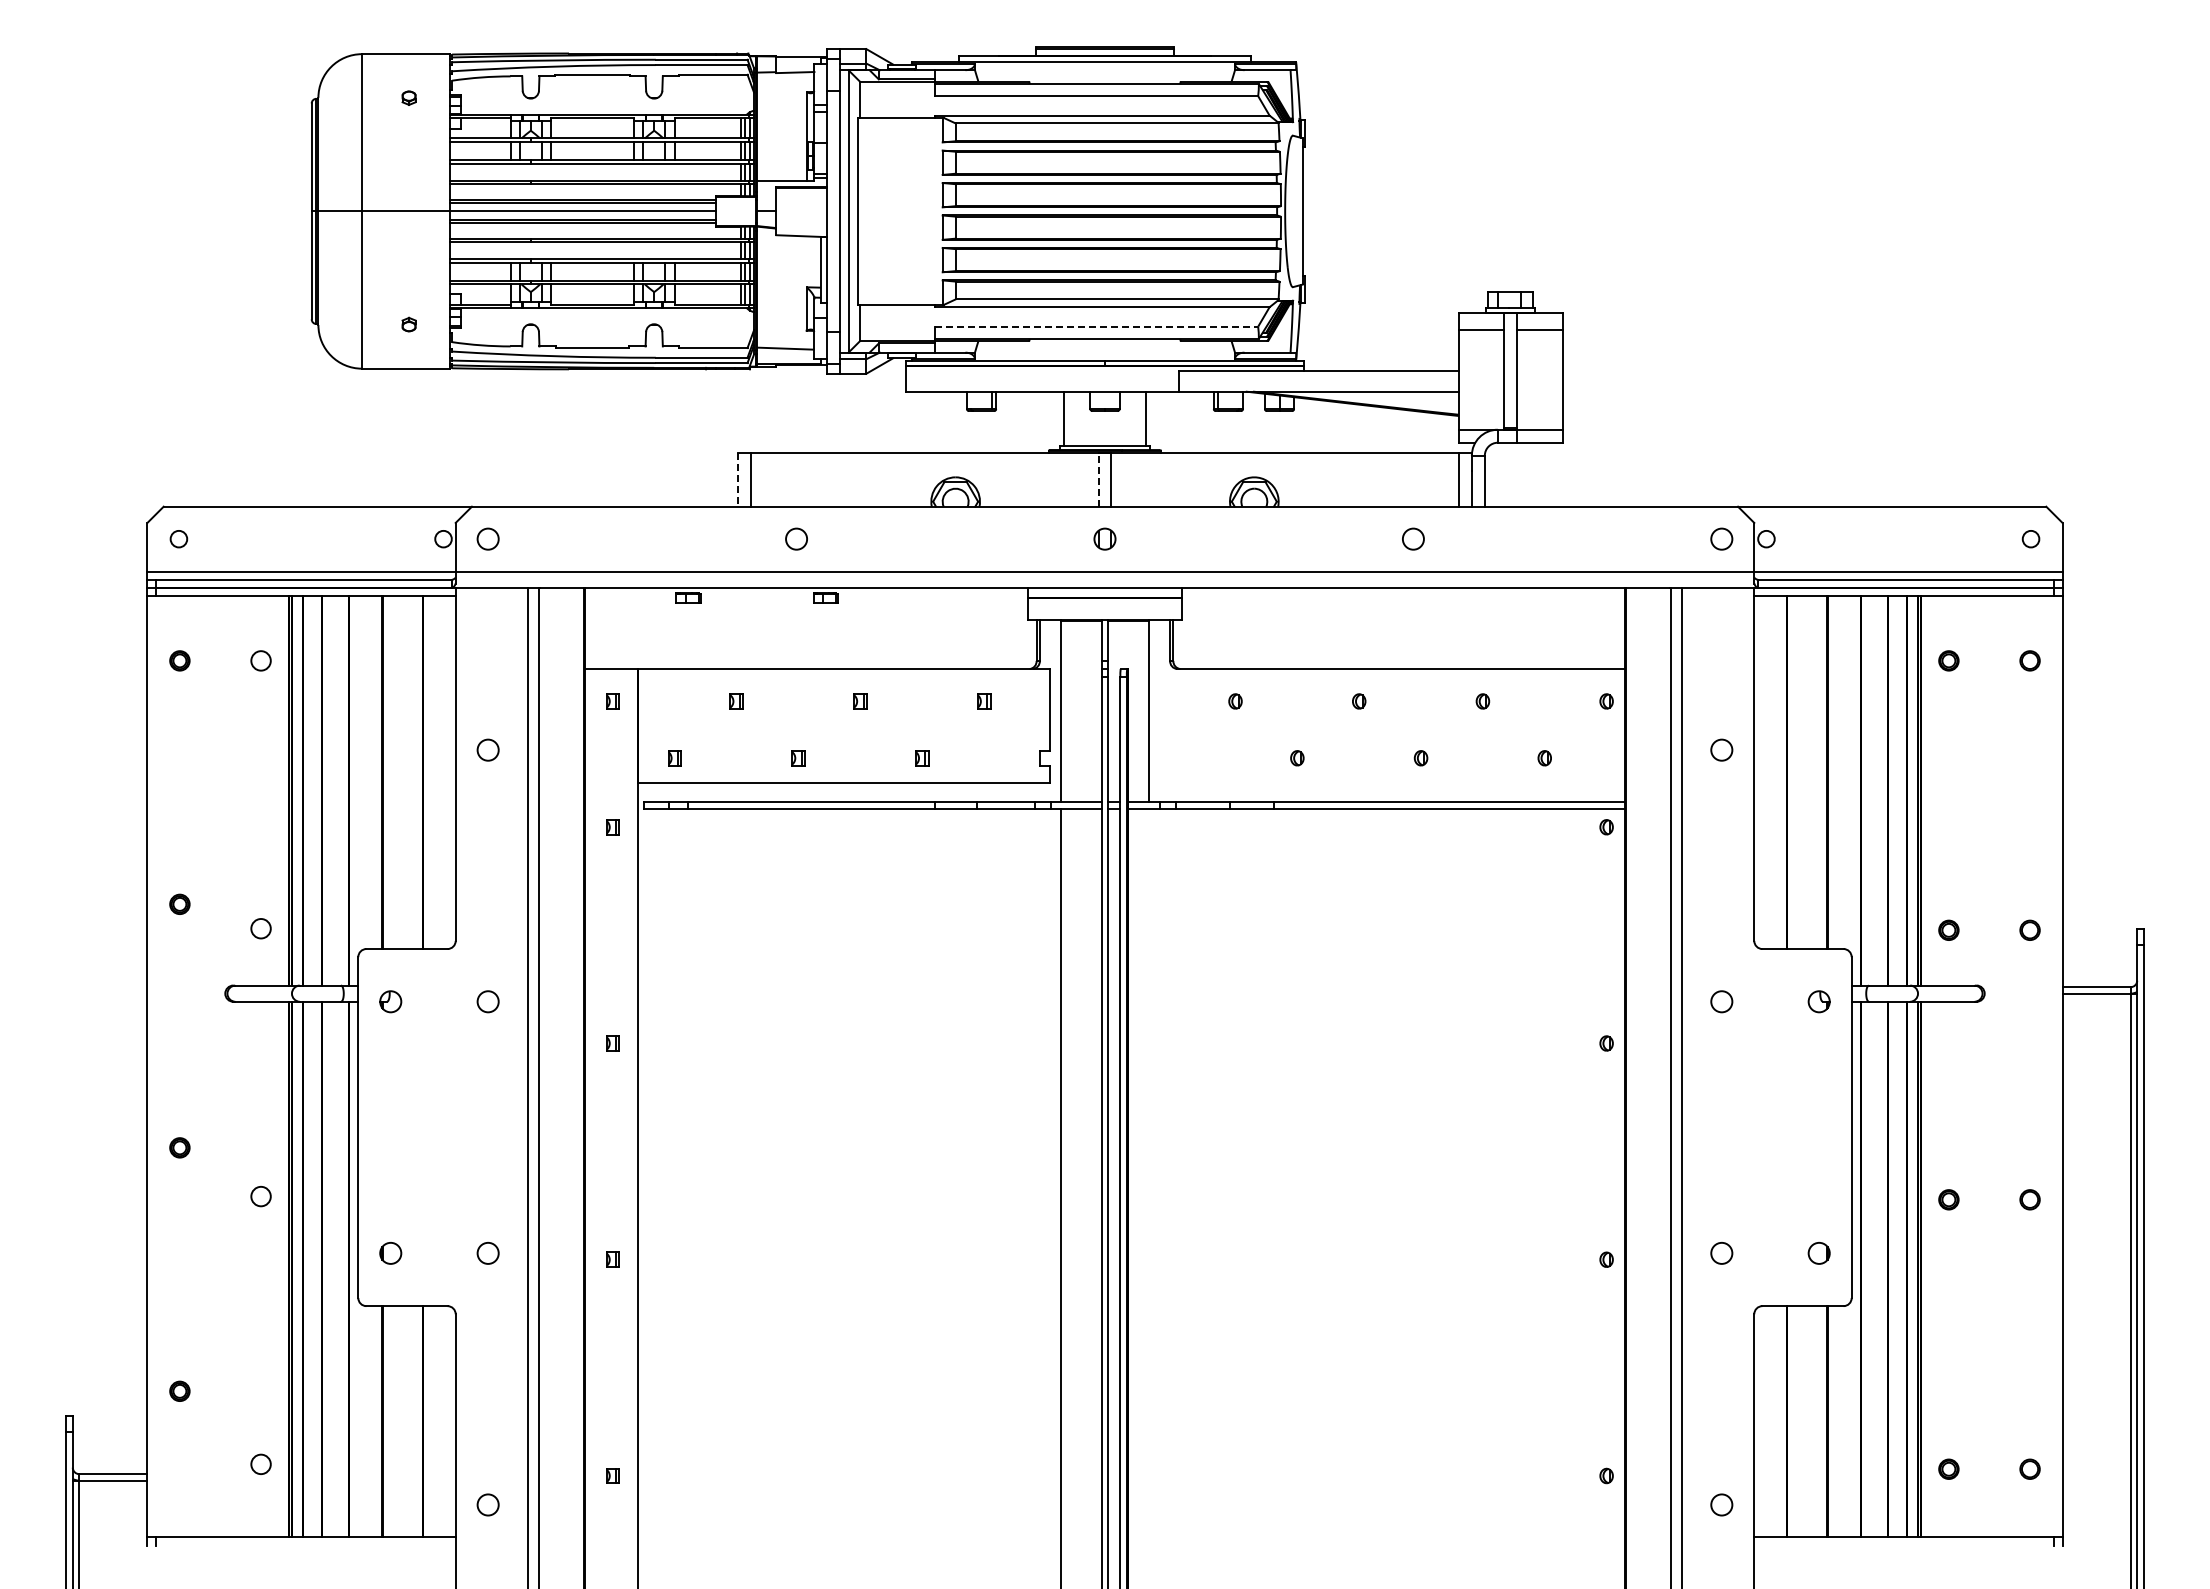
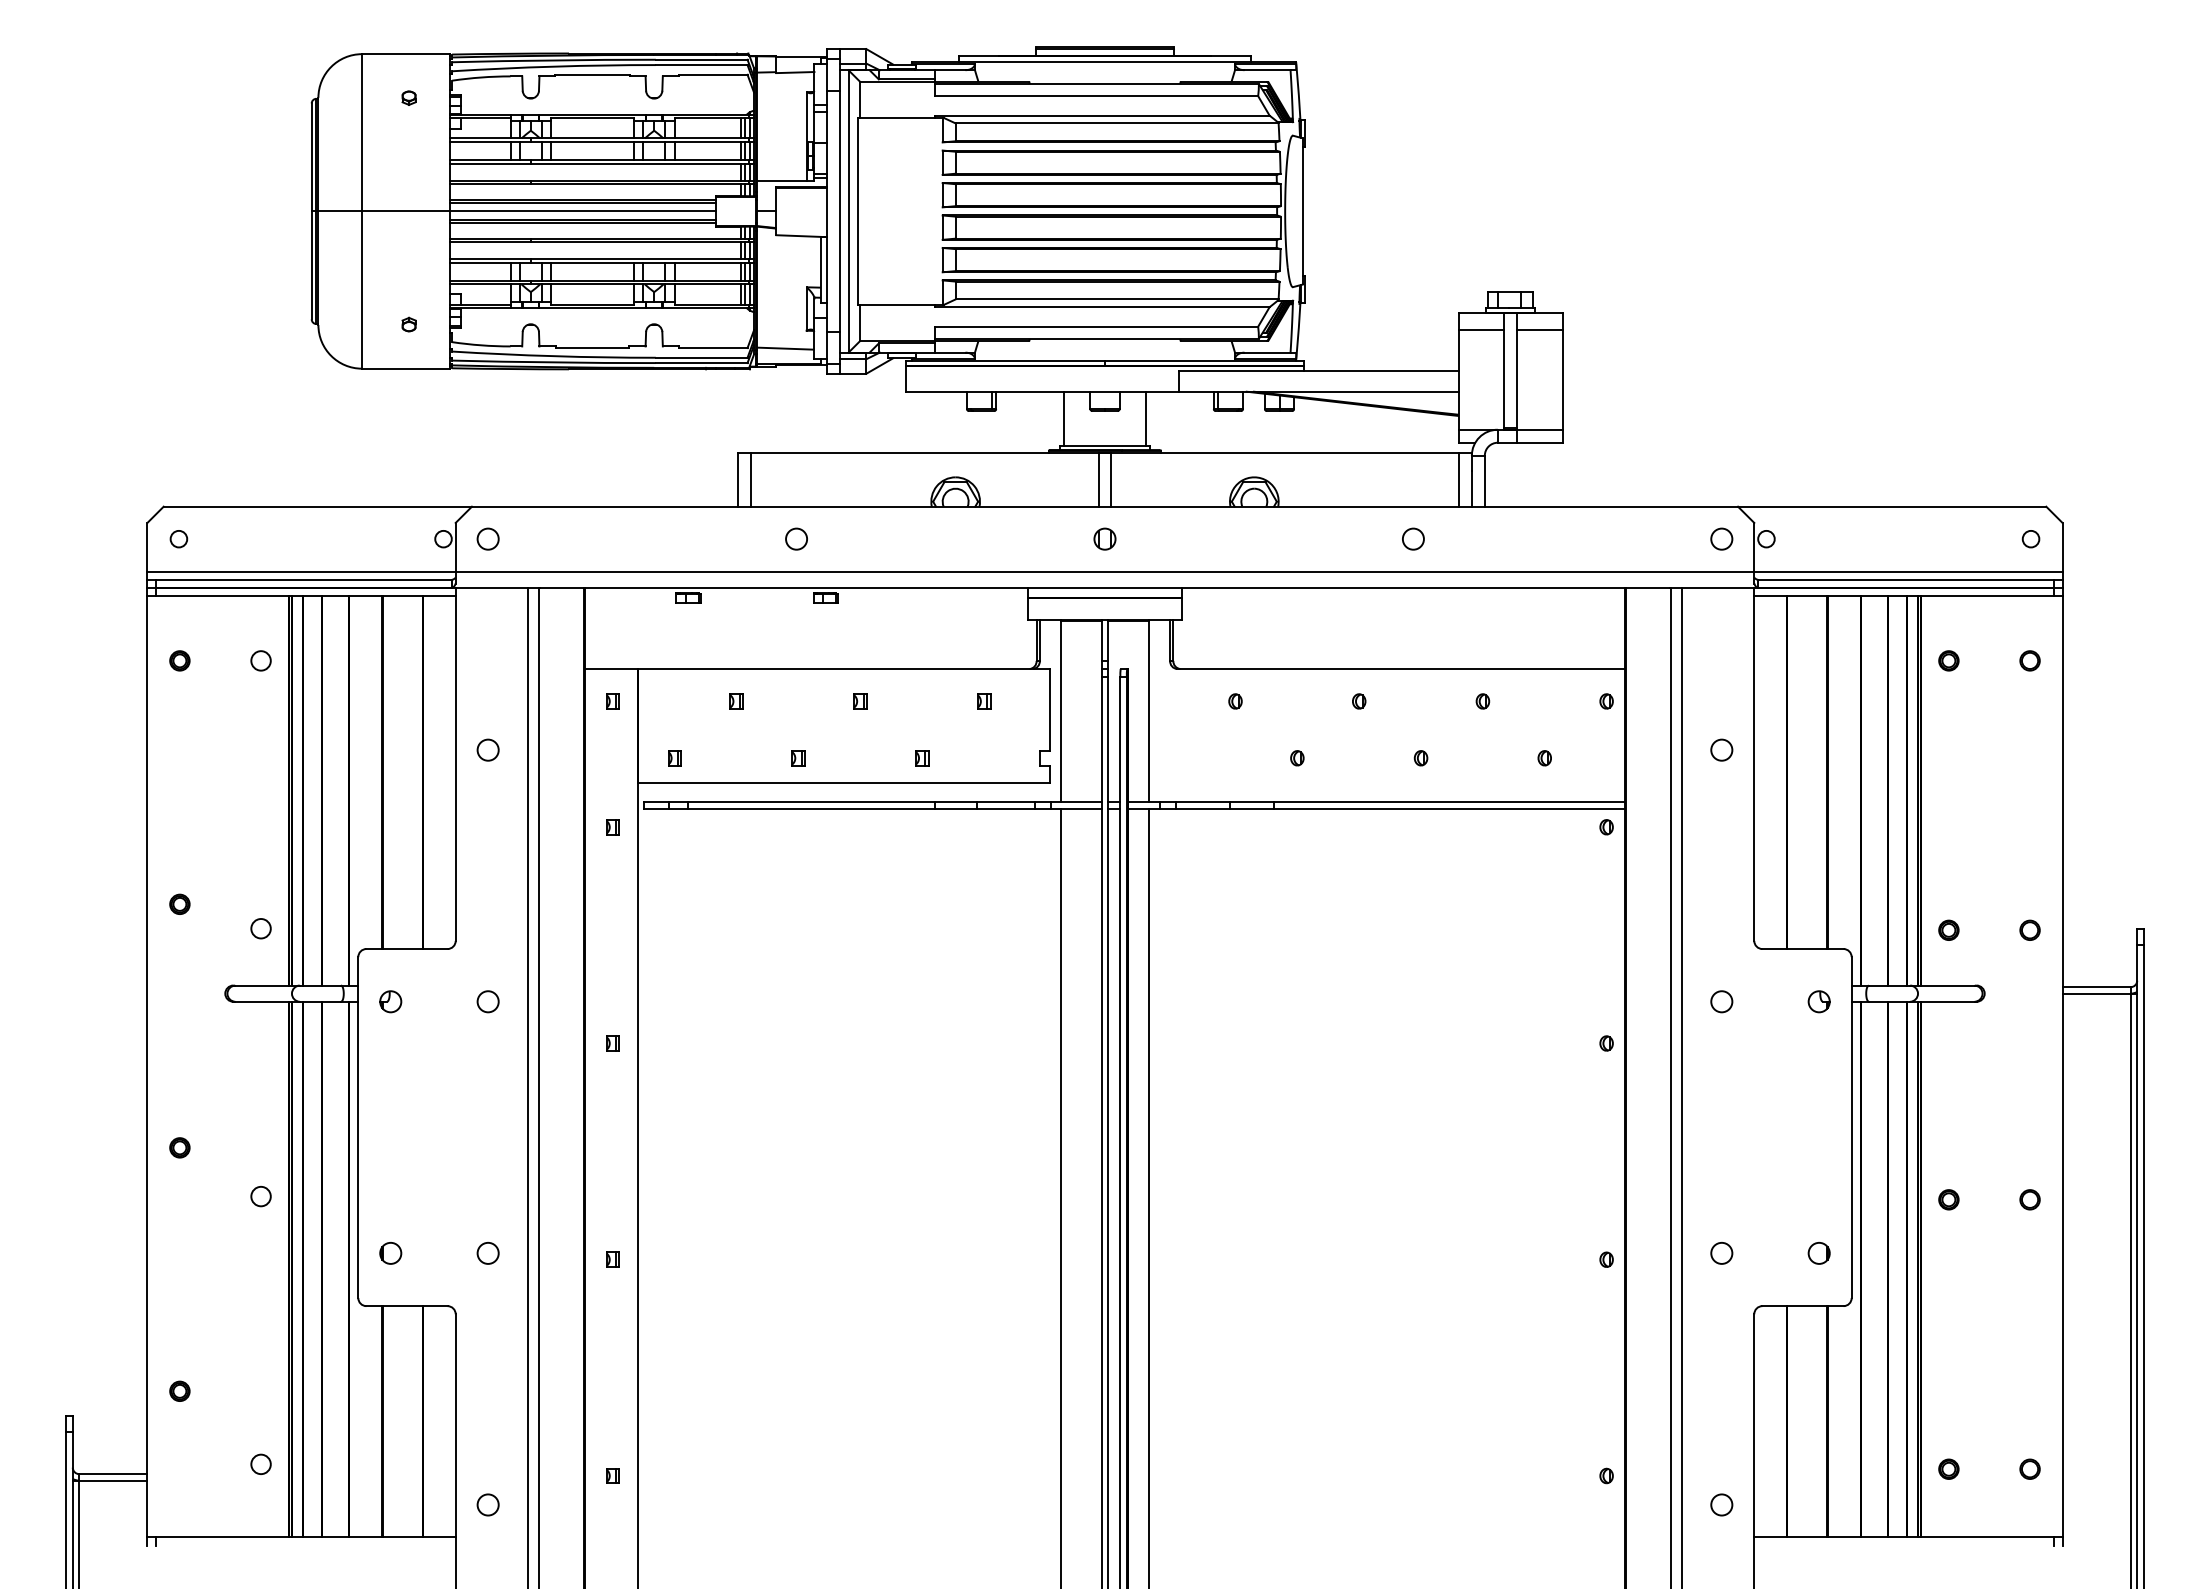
line at (1096, 326): dashed -> solid
line at (738, 479): dashed -> solid
line at (1098, 479): dashed -> solid
line at (1149, 1196): none -> present
